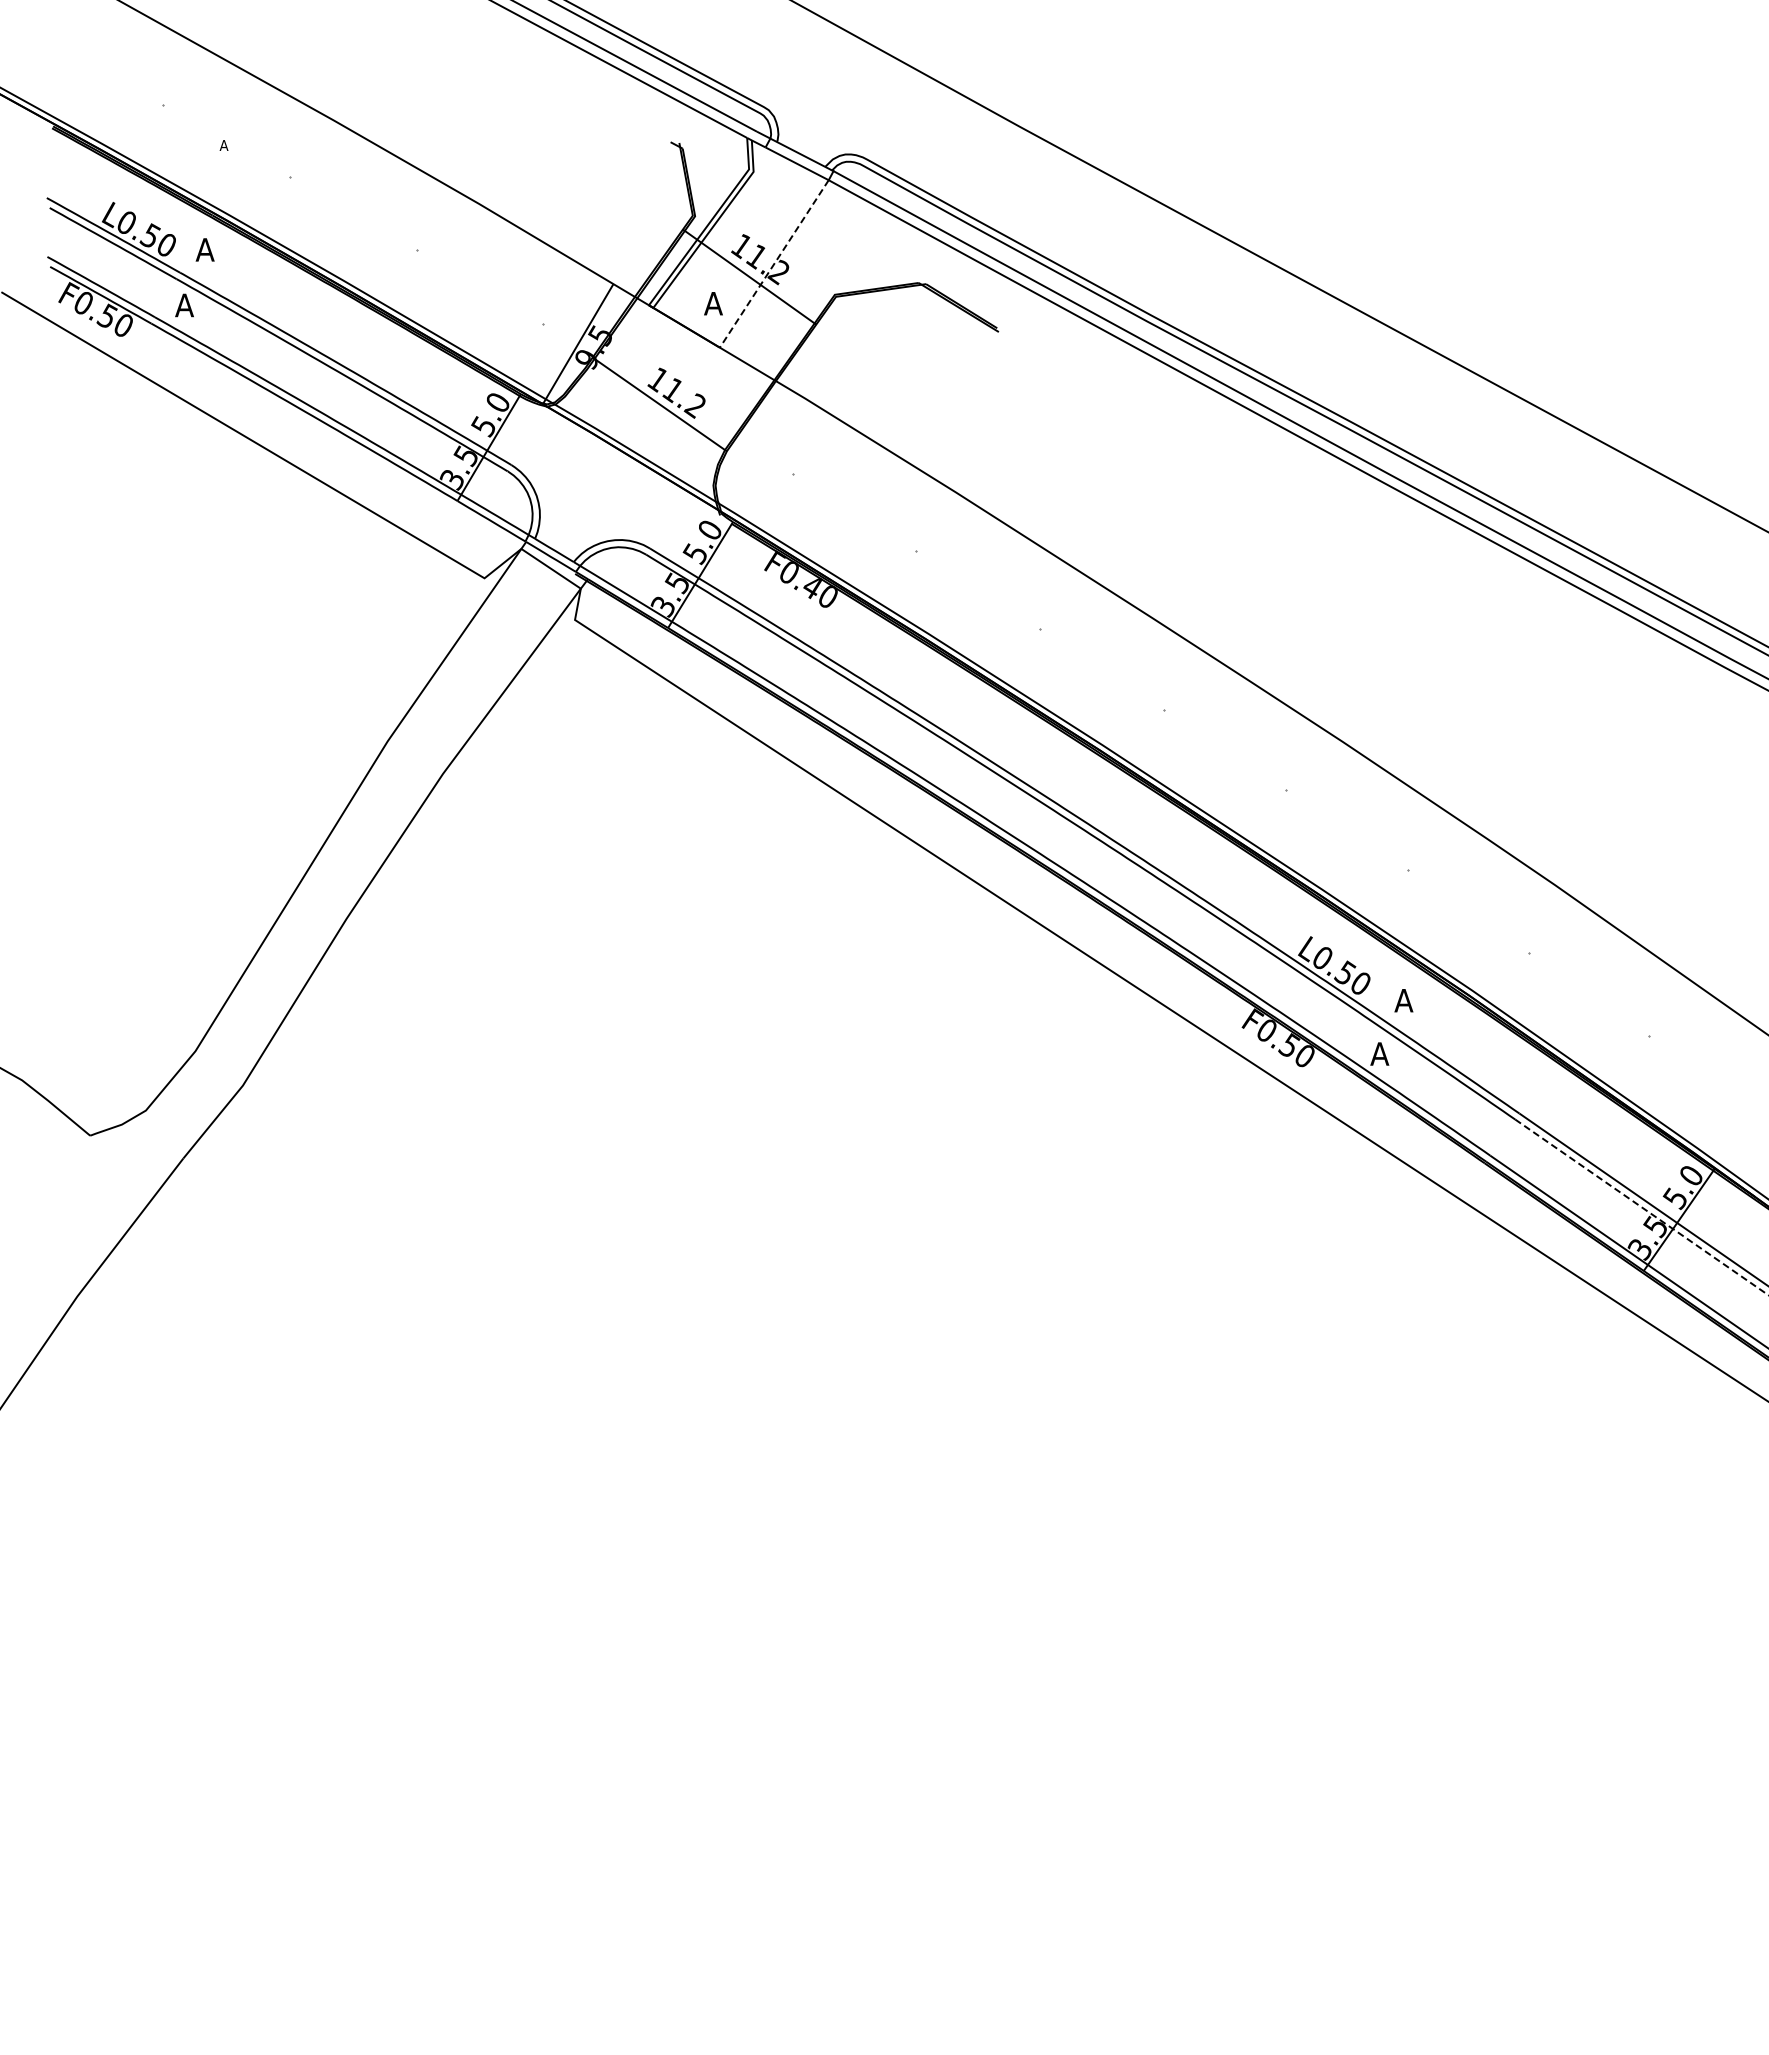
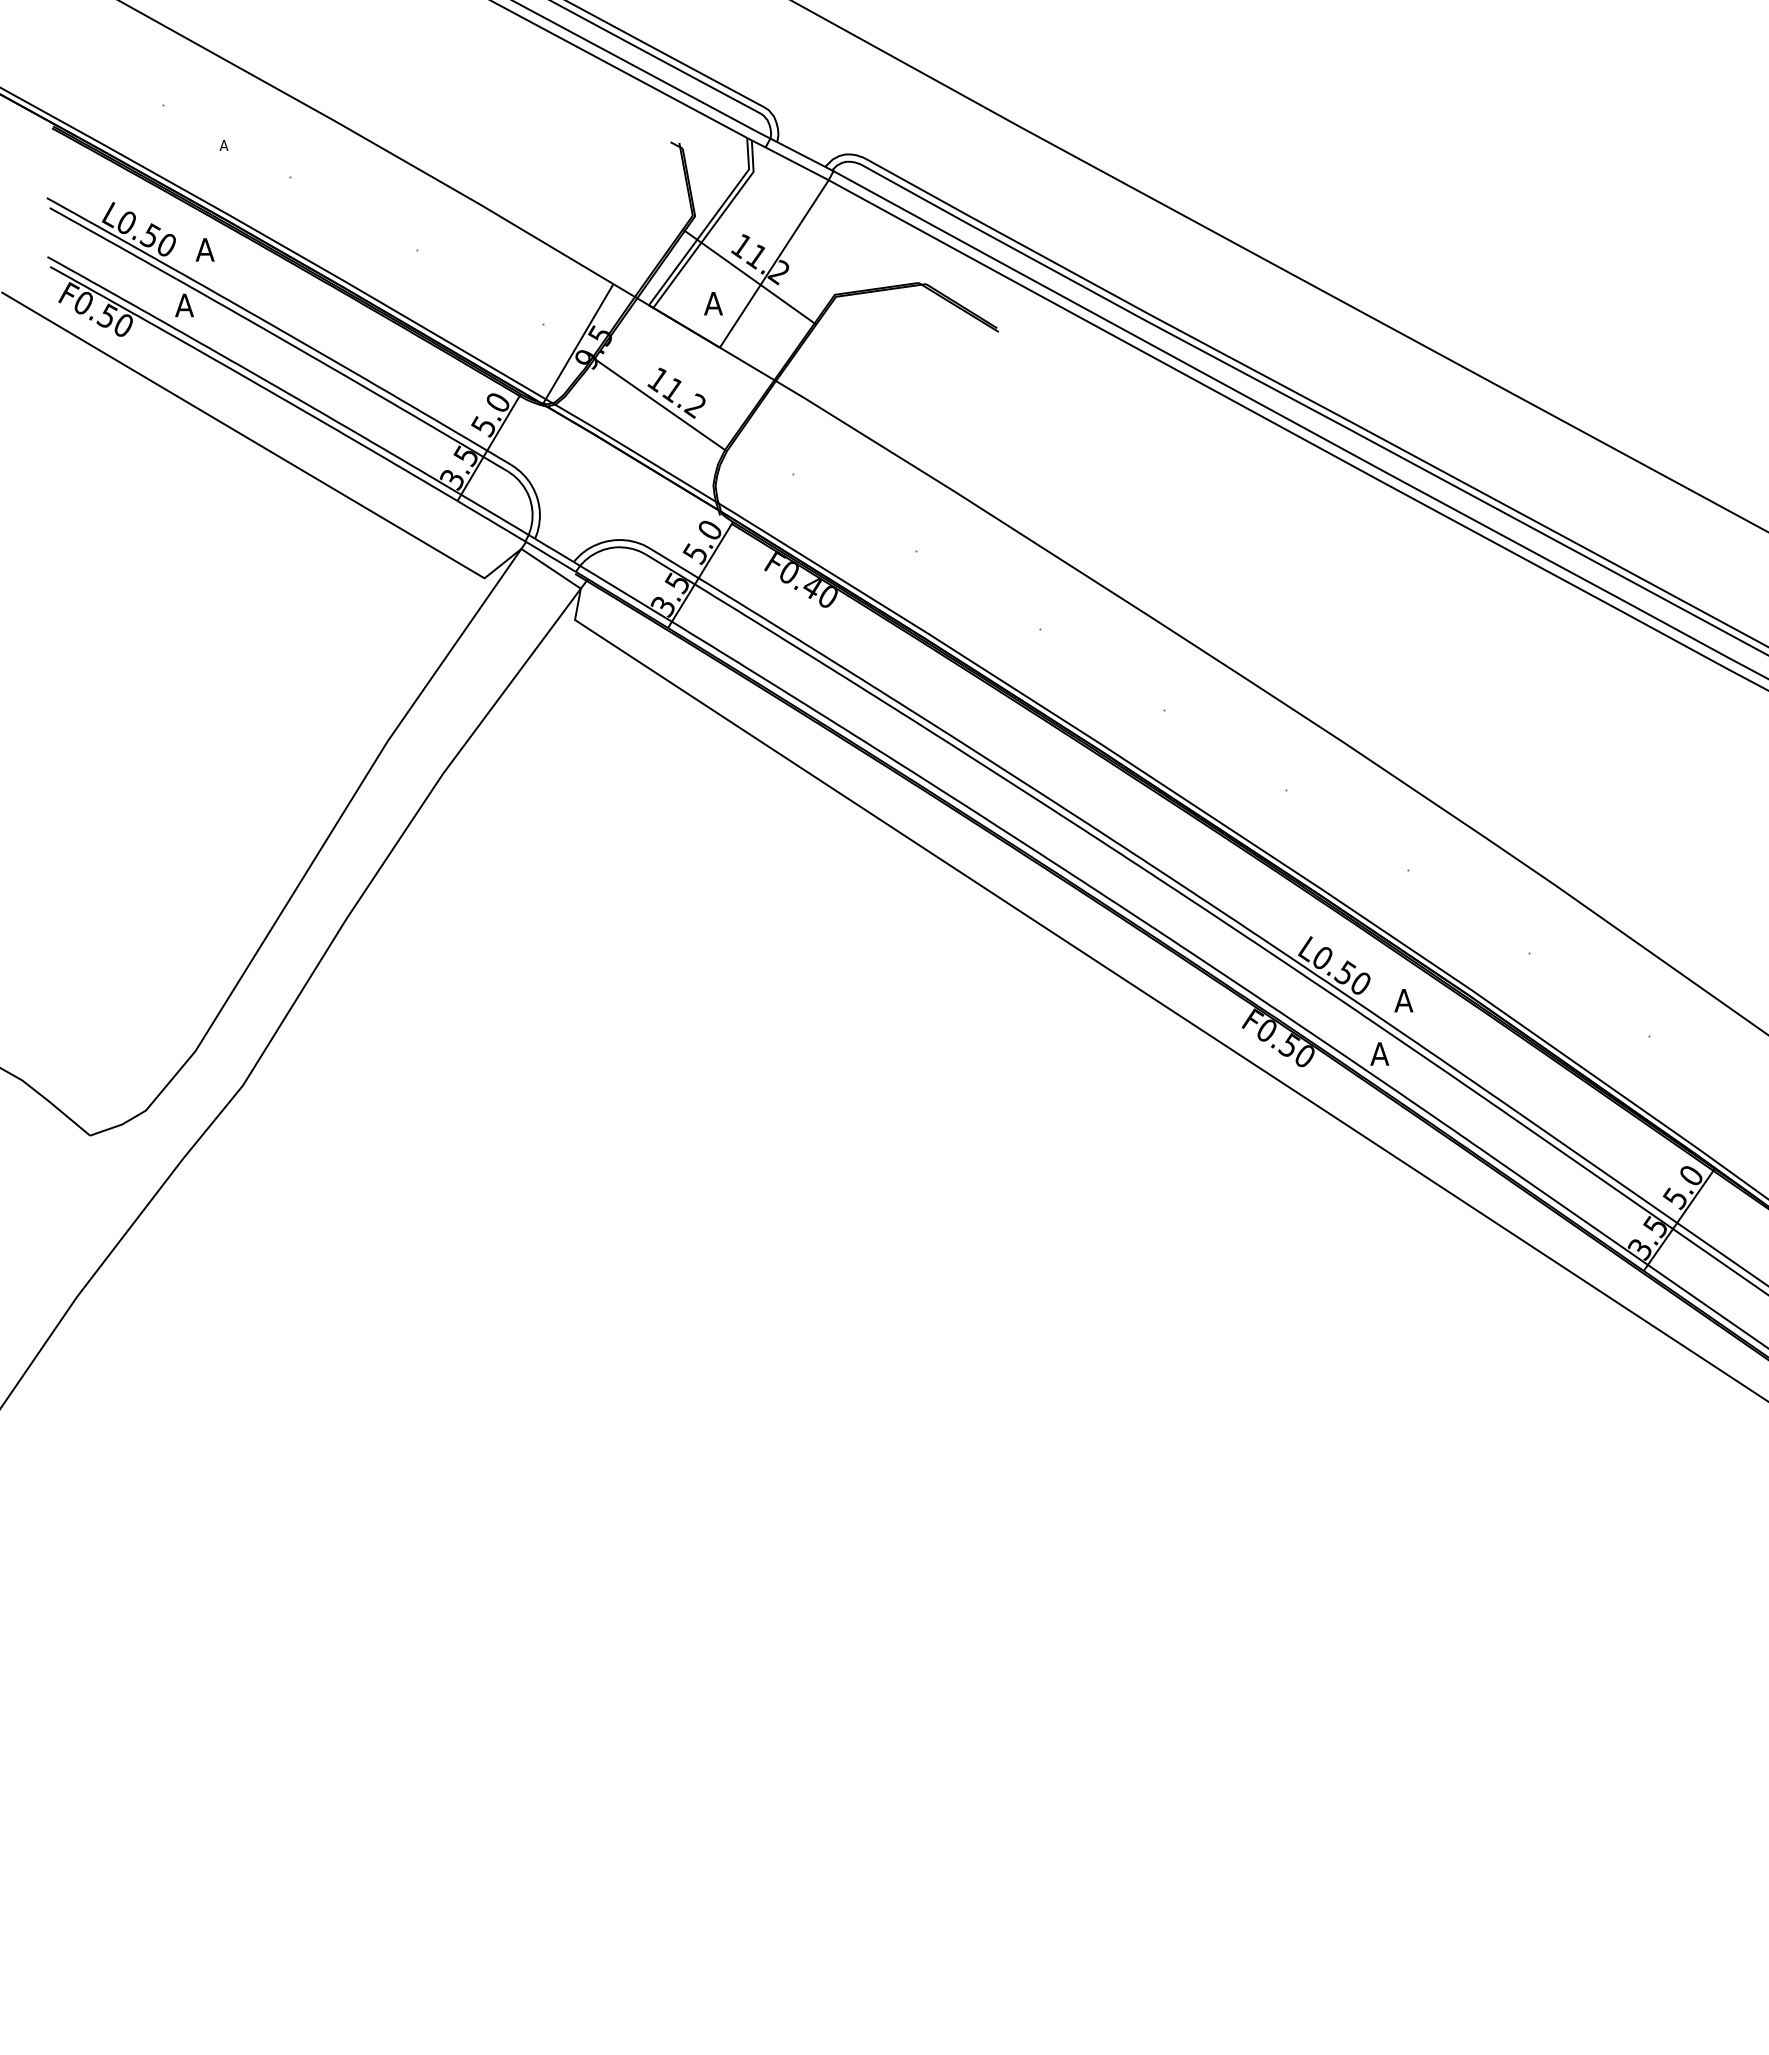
line at (774, 263): dashed -> solid
line at (1642, 1207): dashed -> solid
